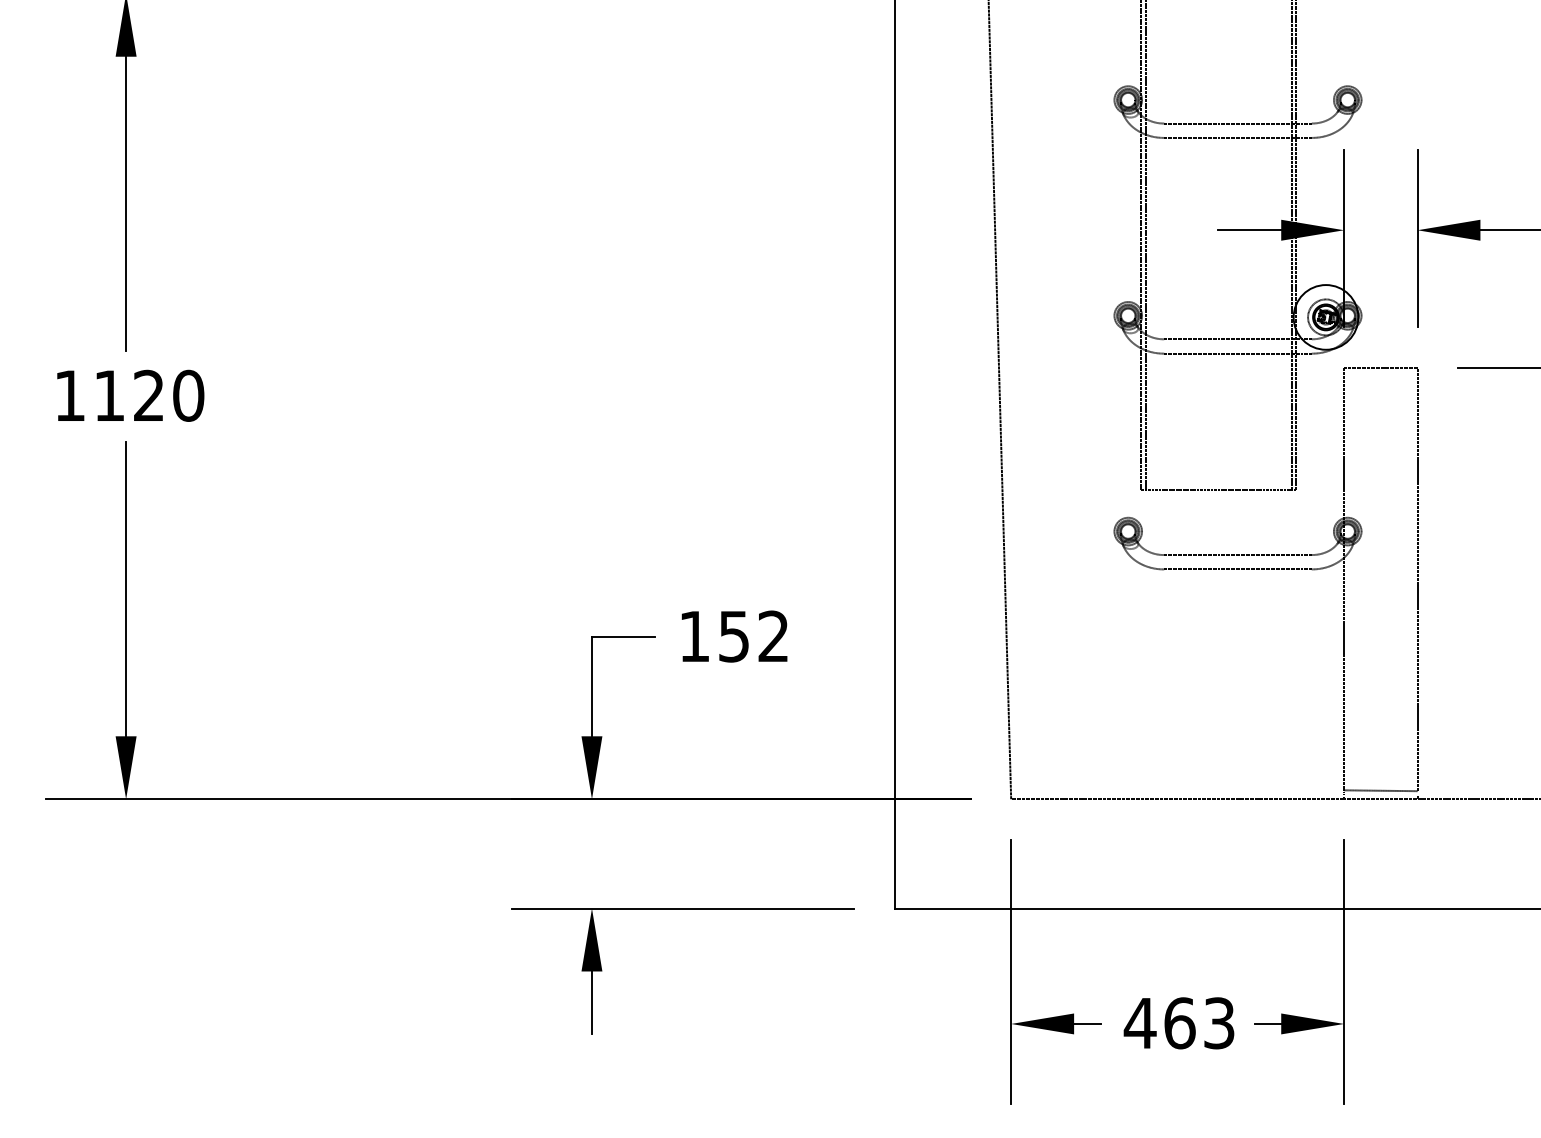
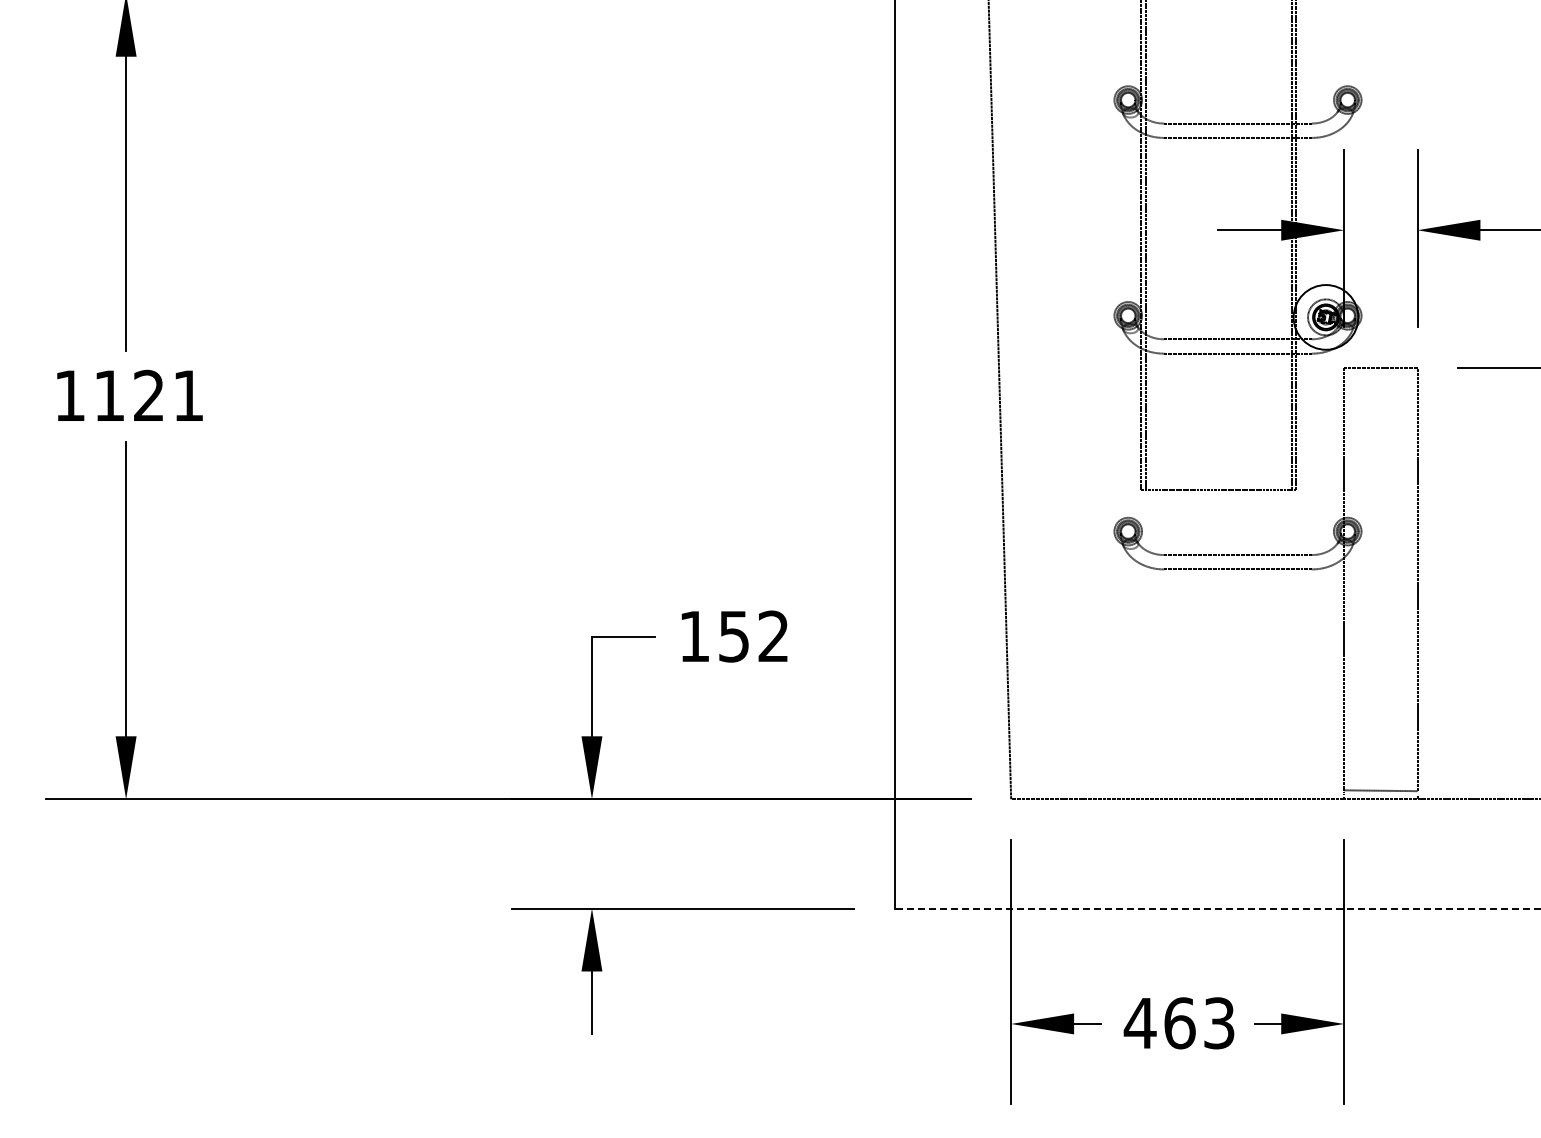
text at (188, 395): 1120 -> 1121
line at (1217, 908): solid -> dashed
